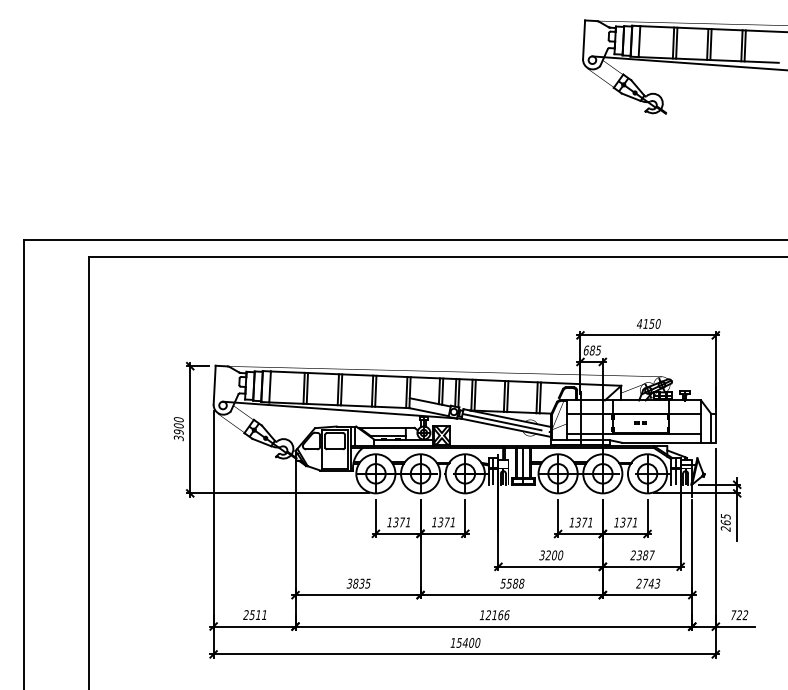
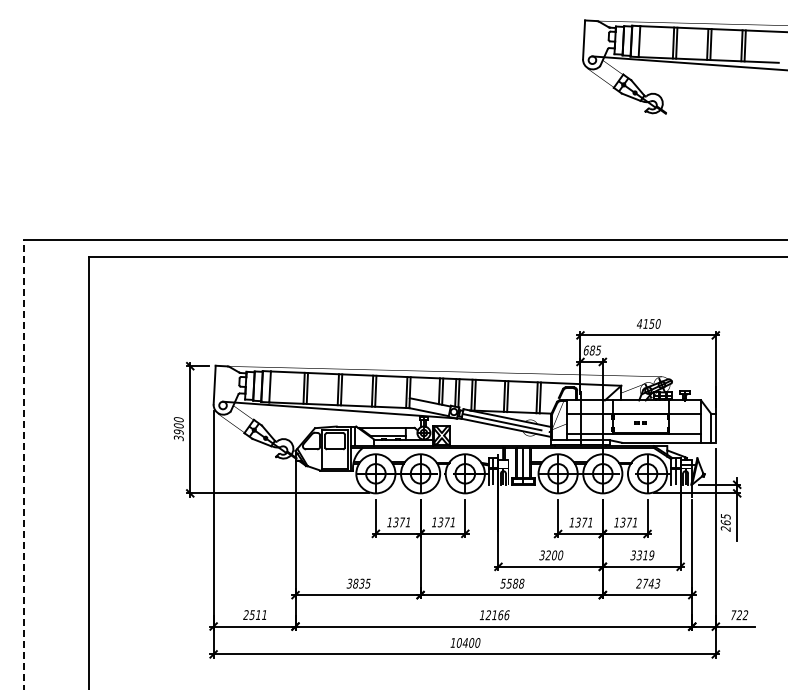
line at (23, 464): solid -> dashed
text at (642, 555): 2387 -> 3319
text at (458, 642): 15400 -> 10400
